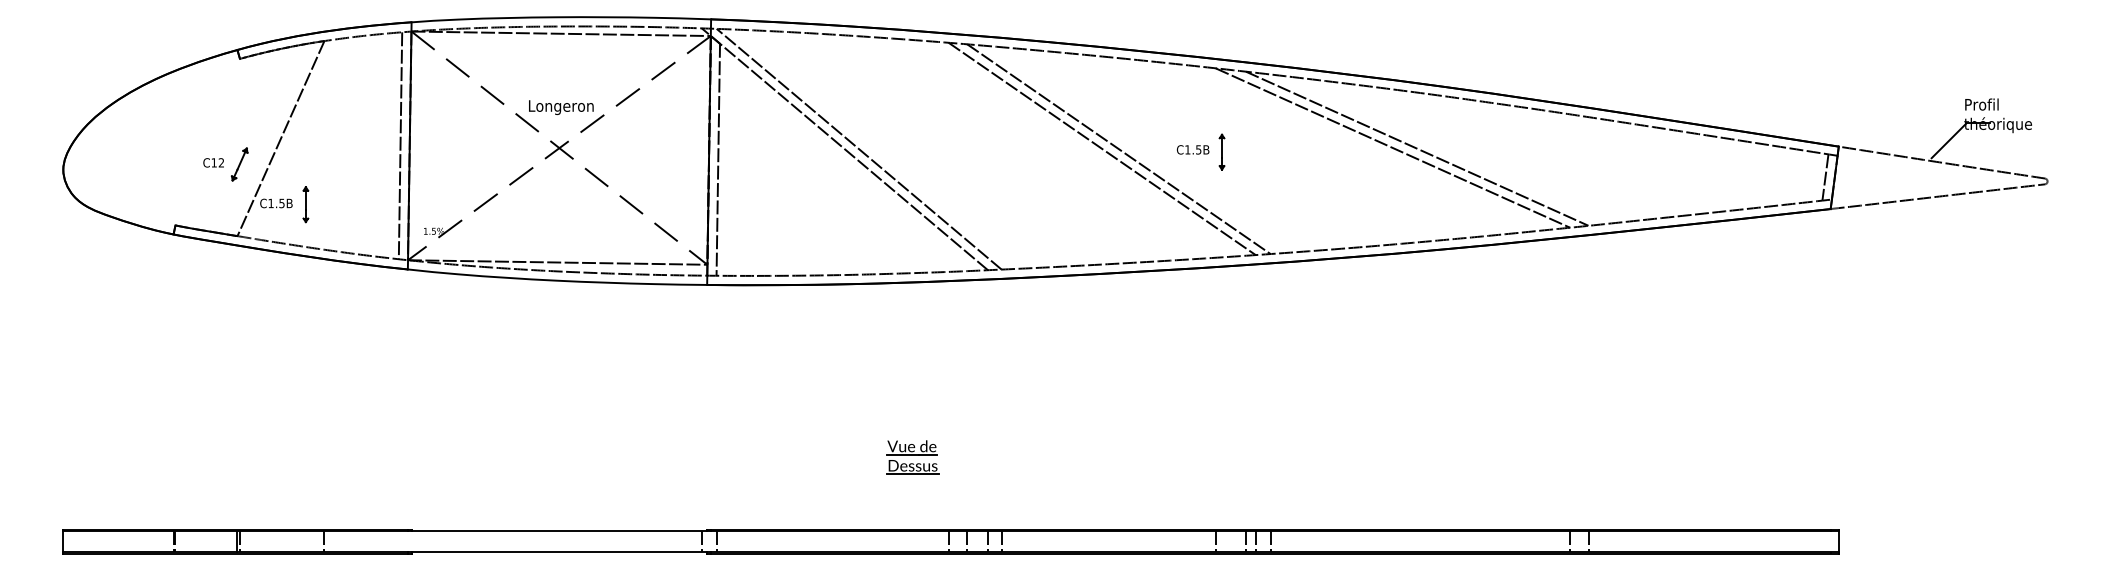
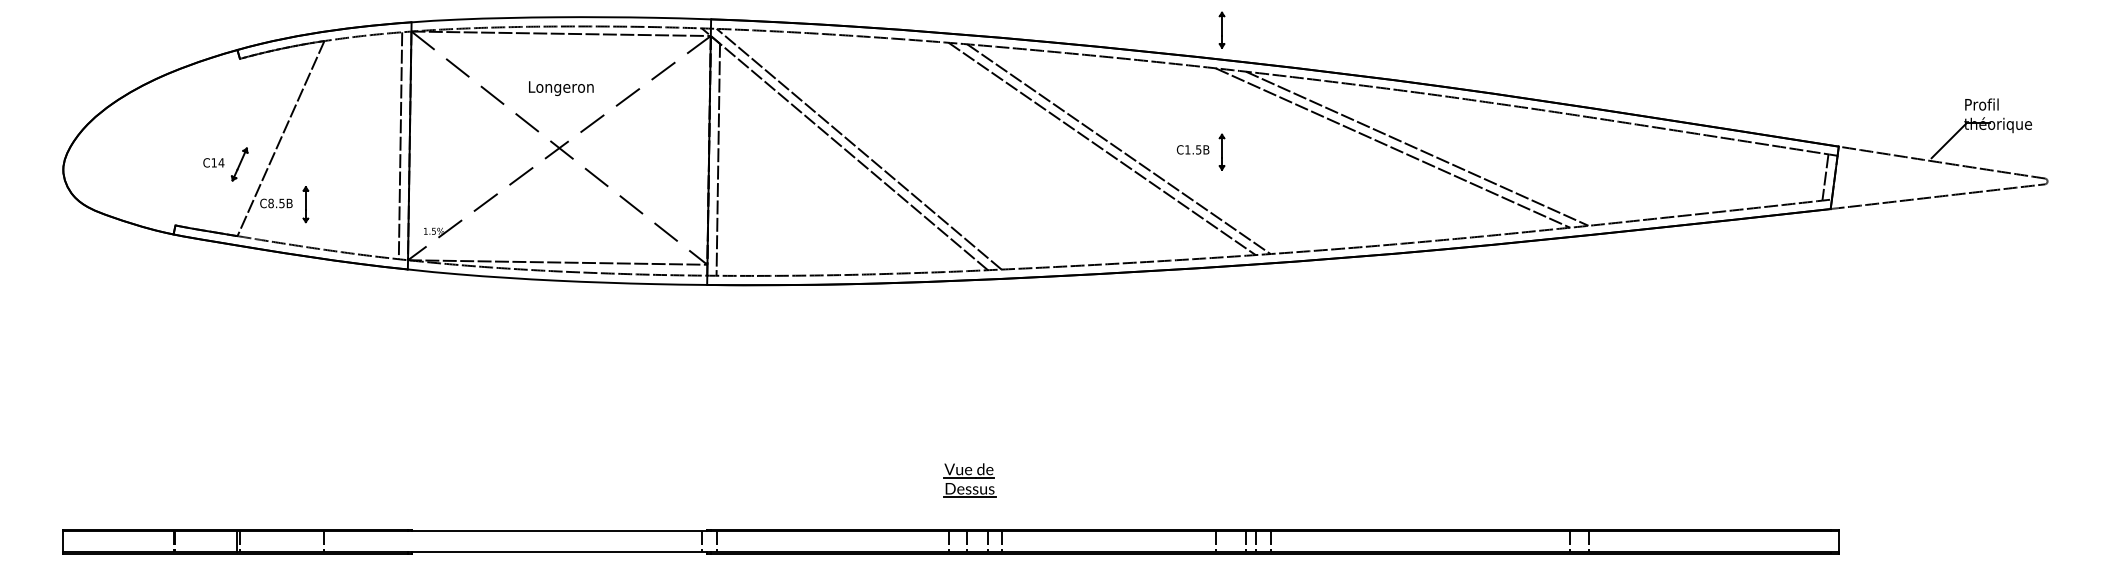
part at (1221, 29): none -> present
text at (561, 107) position: (561, 107) -> (561, 88)
text at (221, 162): C12 -> C14
text at (270, 203): C1.5B -> C8.5B
part at (912, 457) position: (912, 457) -> (969, 480)
